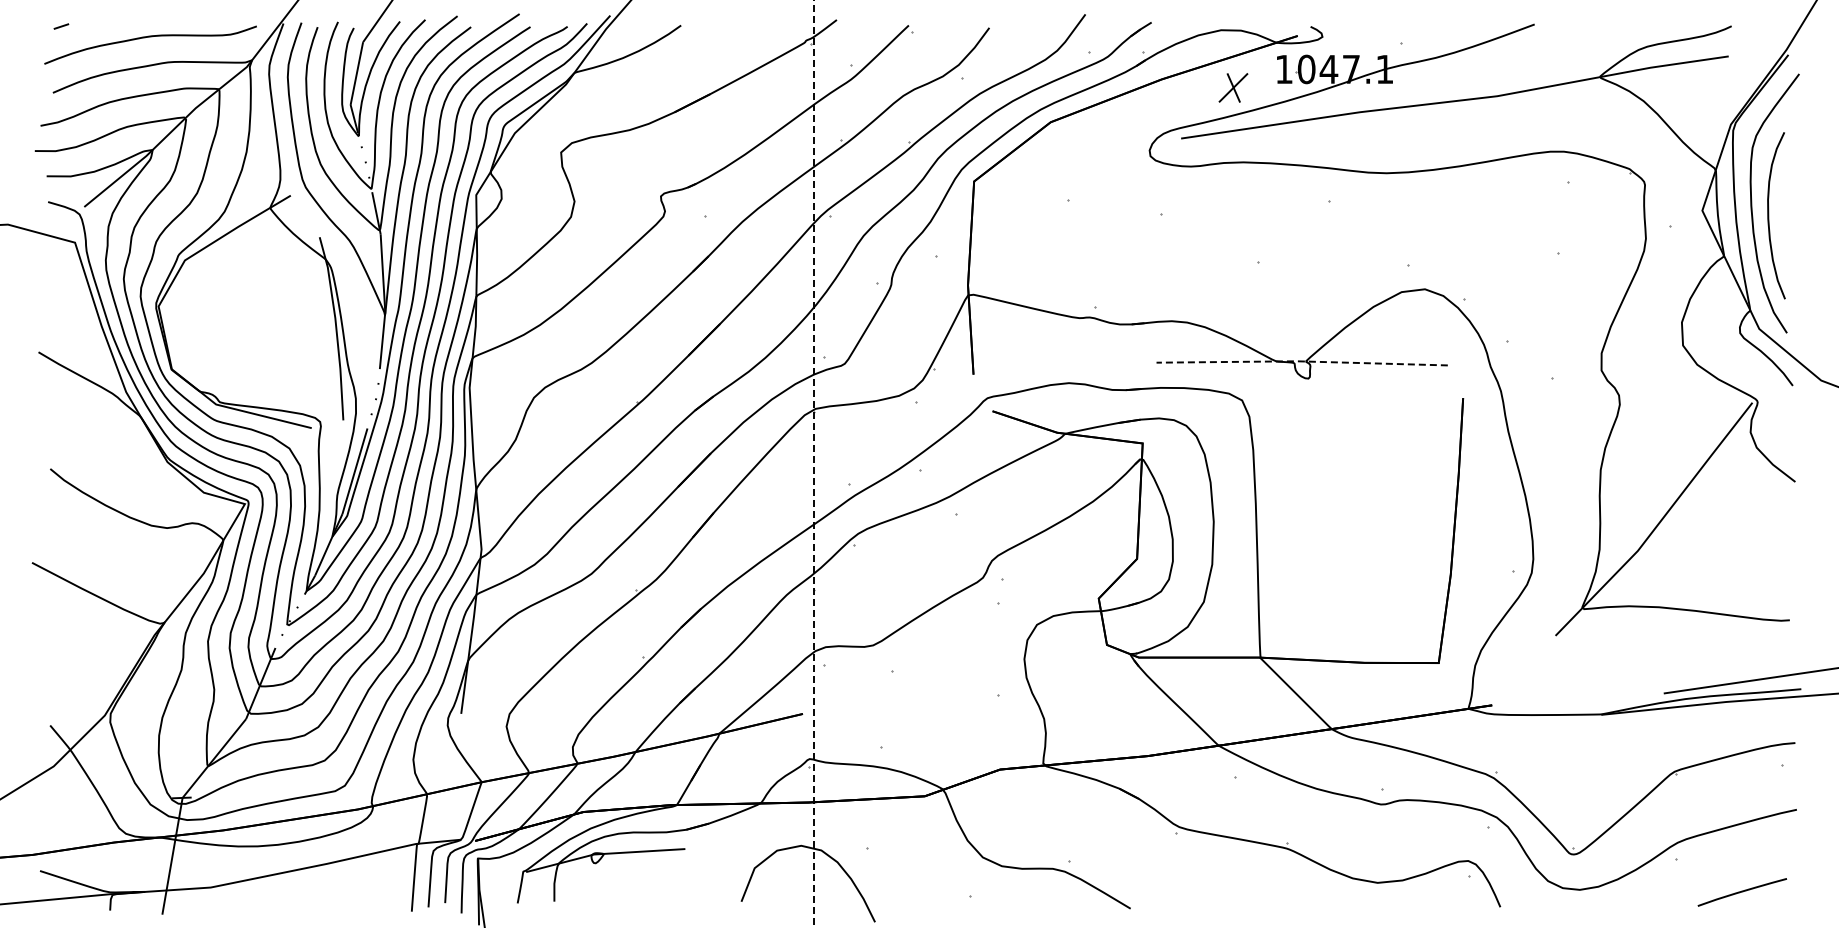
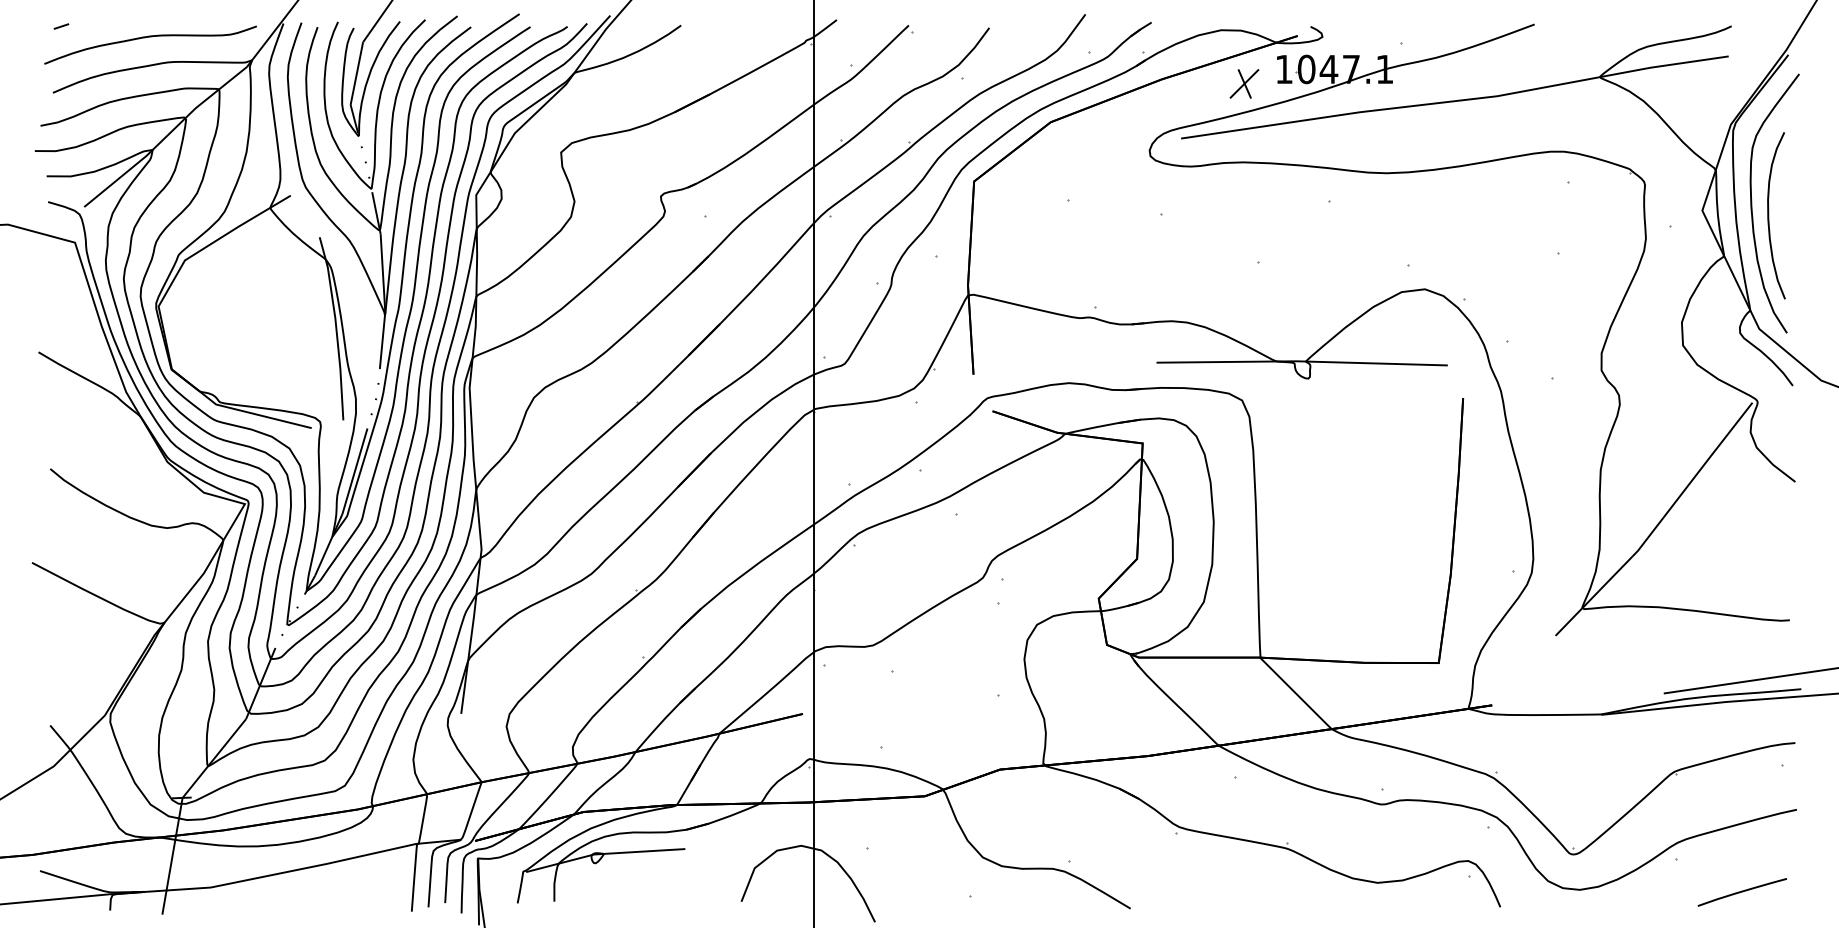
part at (1233, 87) position: (1233, 87) -> (1244, 83)
line at (1301, 361): dashed -> solid
line at (813, 464): dashed -> solid
